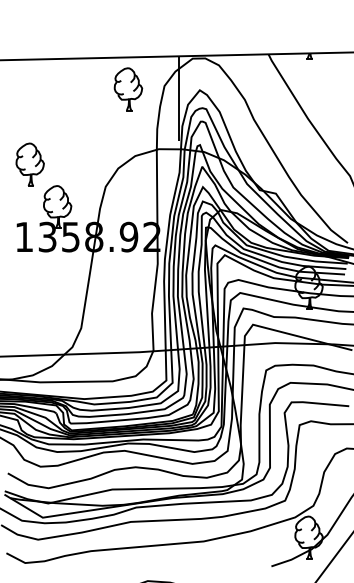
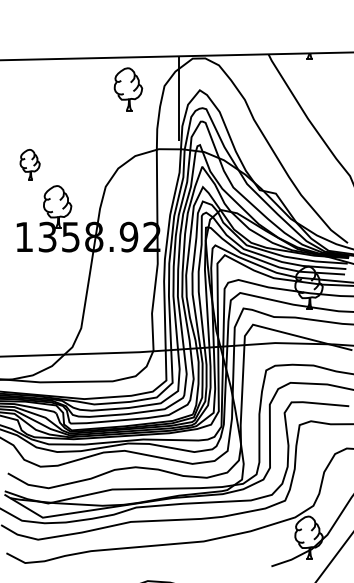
part at (29, 164) size: 30x45 px -> 22x32 px
